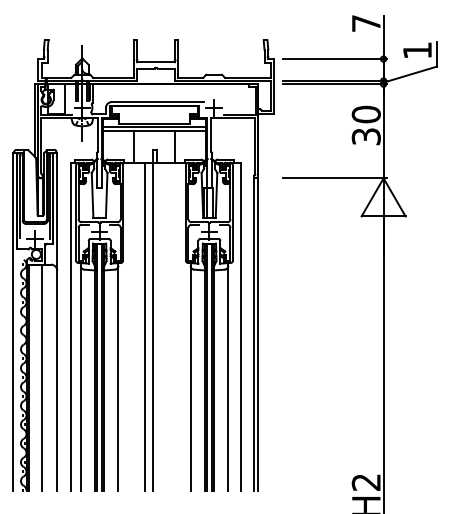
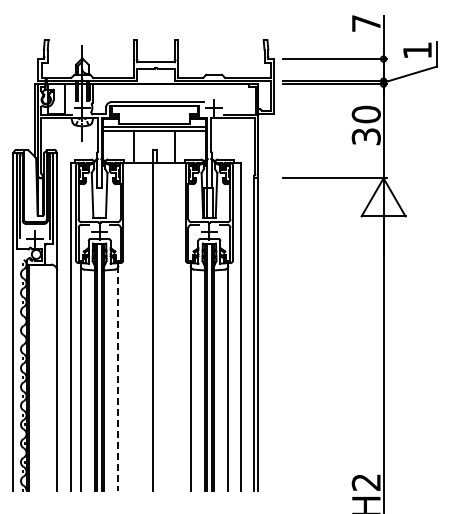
line at (145, 326): present -> none
line at (42, 377): present -> none
line at (118, 378): solid -> dashed
